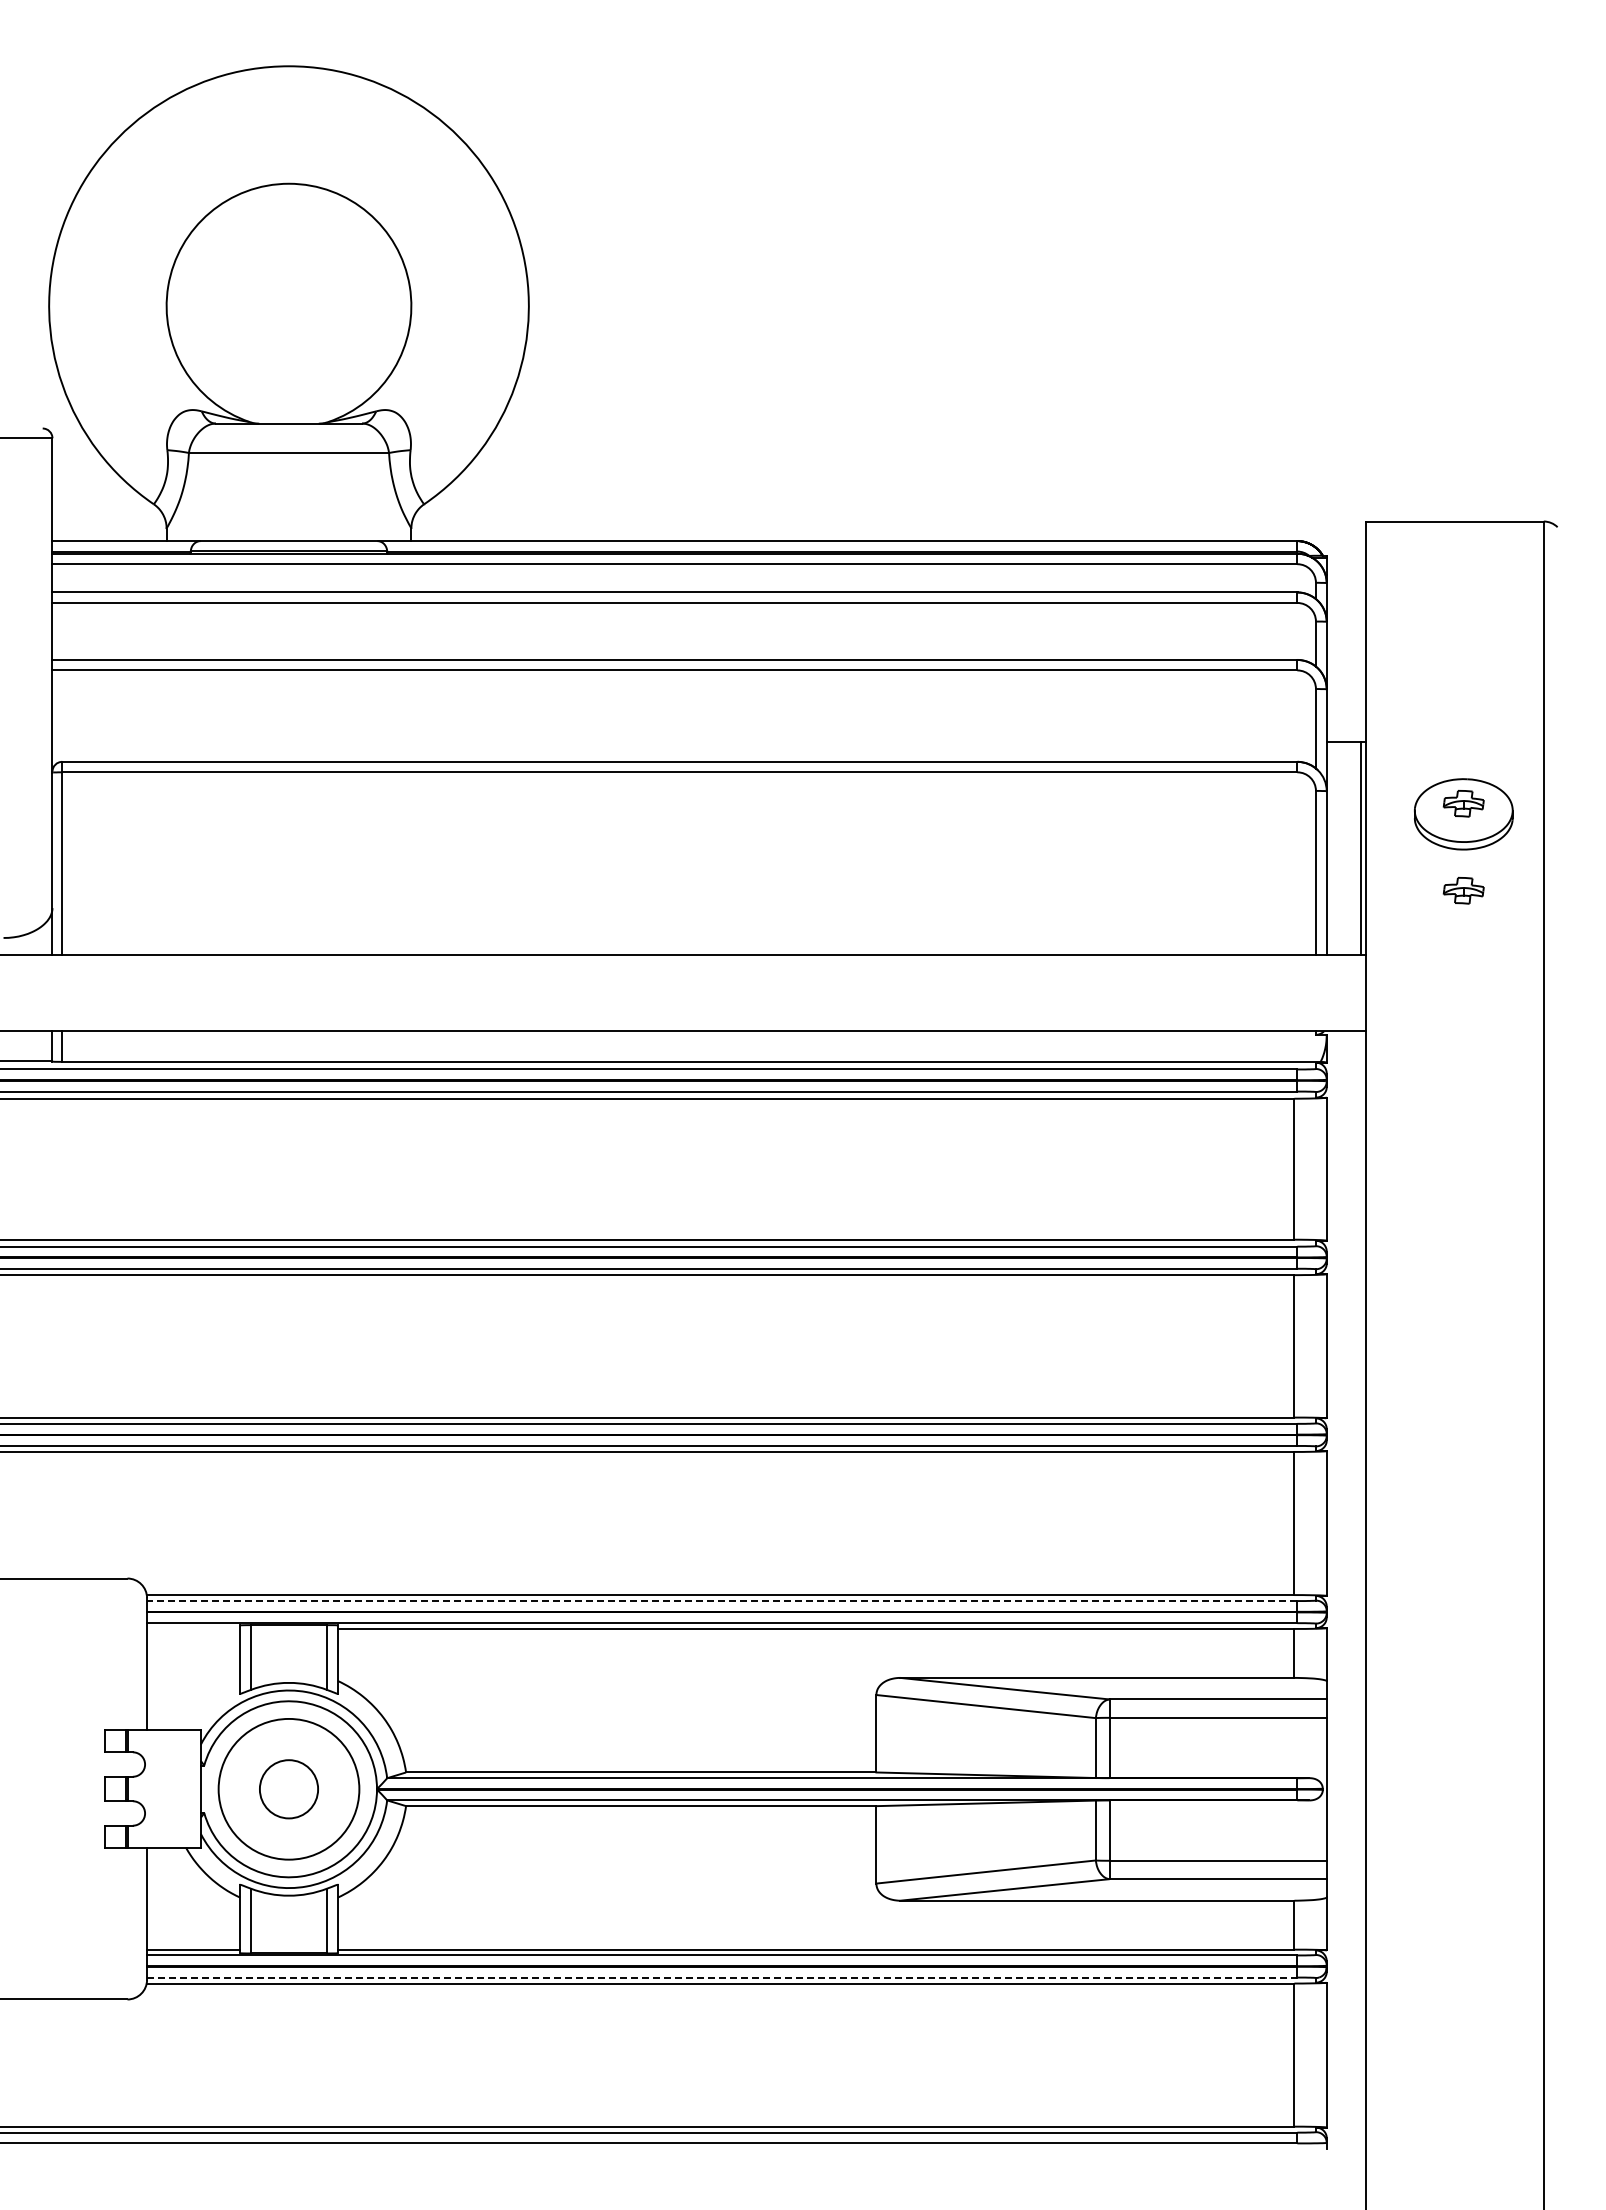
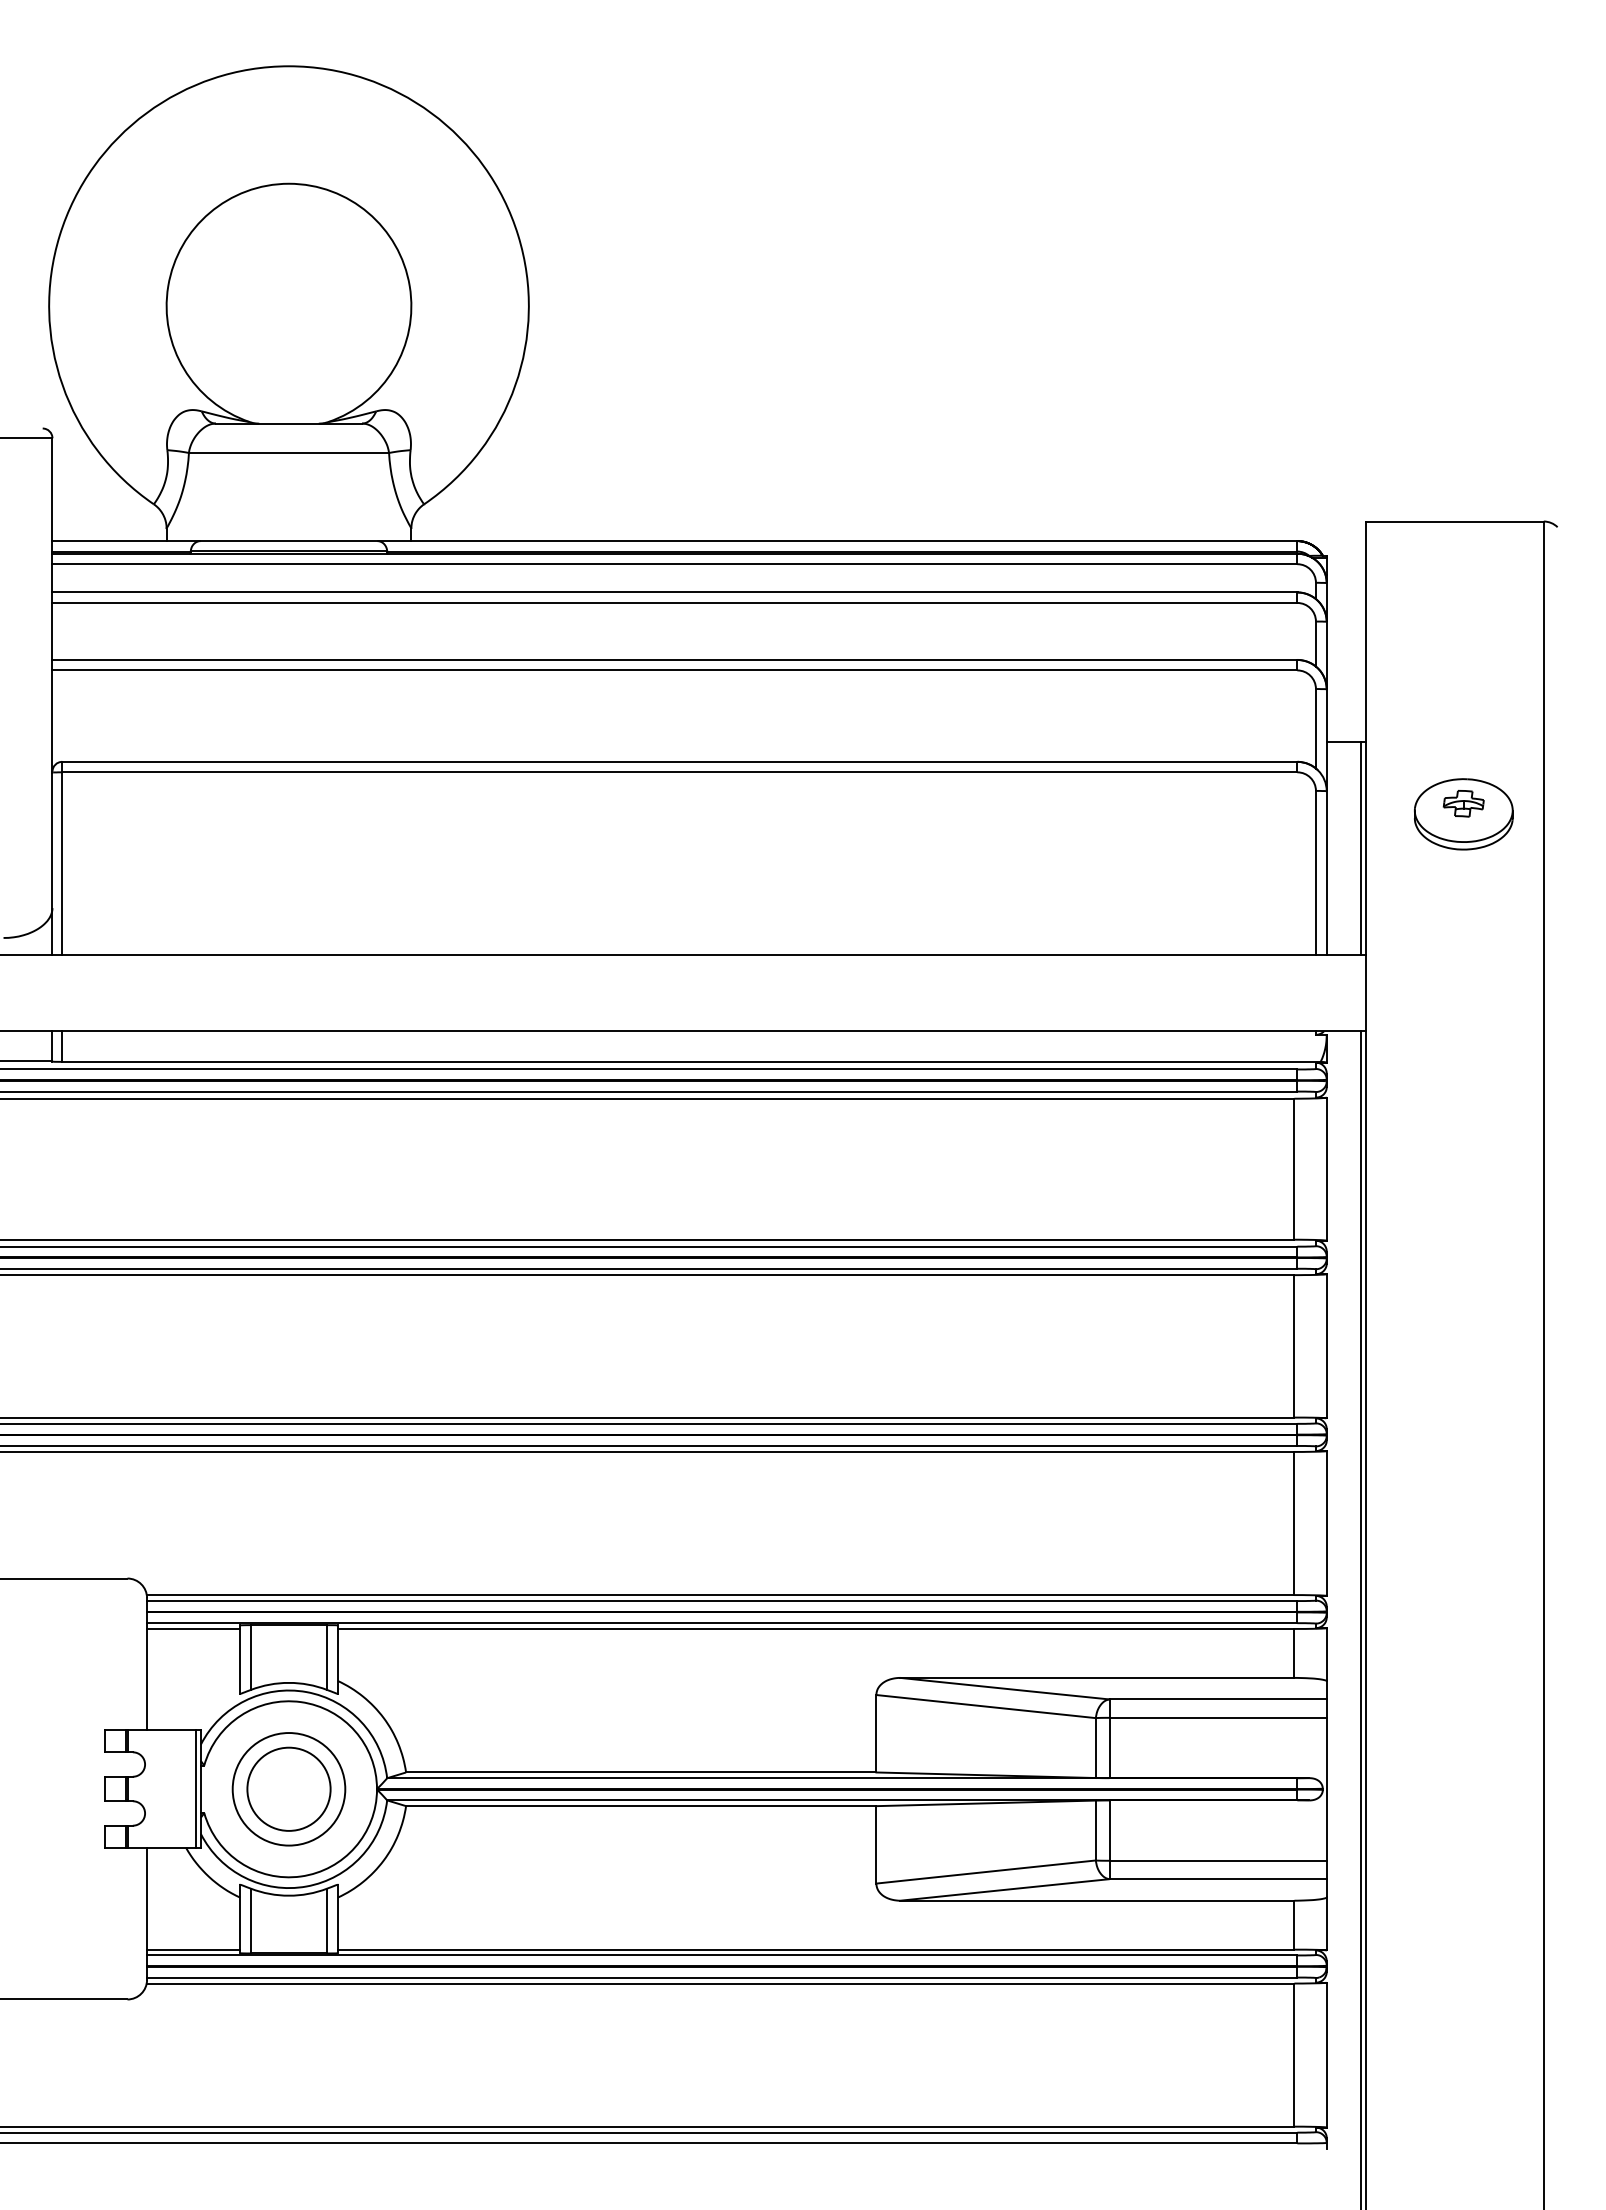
part at (1463, 890): present -> none
line at (721, 1601): dashed -> solid
line at (1361, 1618): none -> present
line at (193, 1628): none -> present
line at (196, 1788): none -> present
circle at (288, 1788) diameter: 141 px -> 113 px
circle at (288, 1789) diameter: 58 px -> 83 px
line at (722, 1977): dashed -> solid
